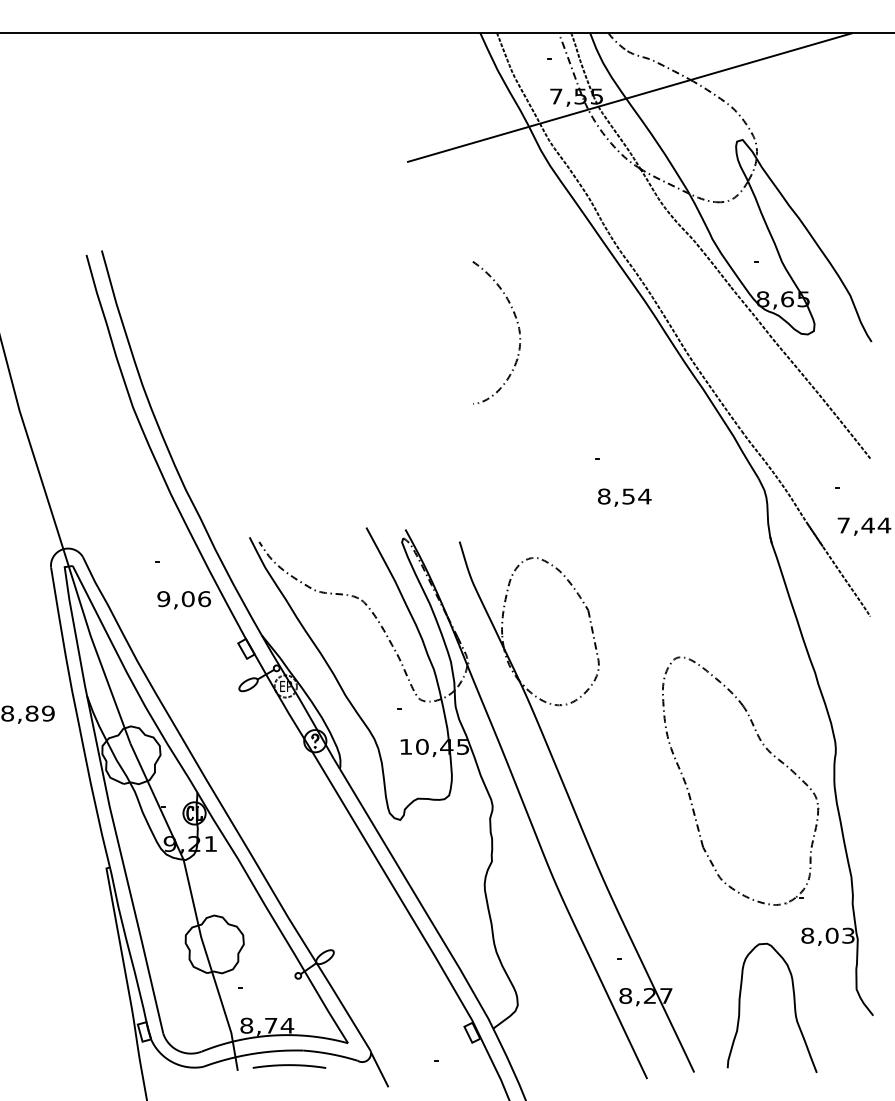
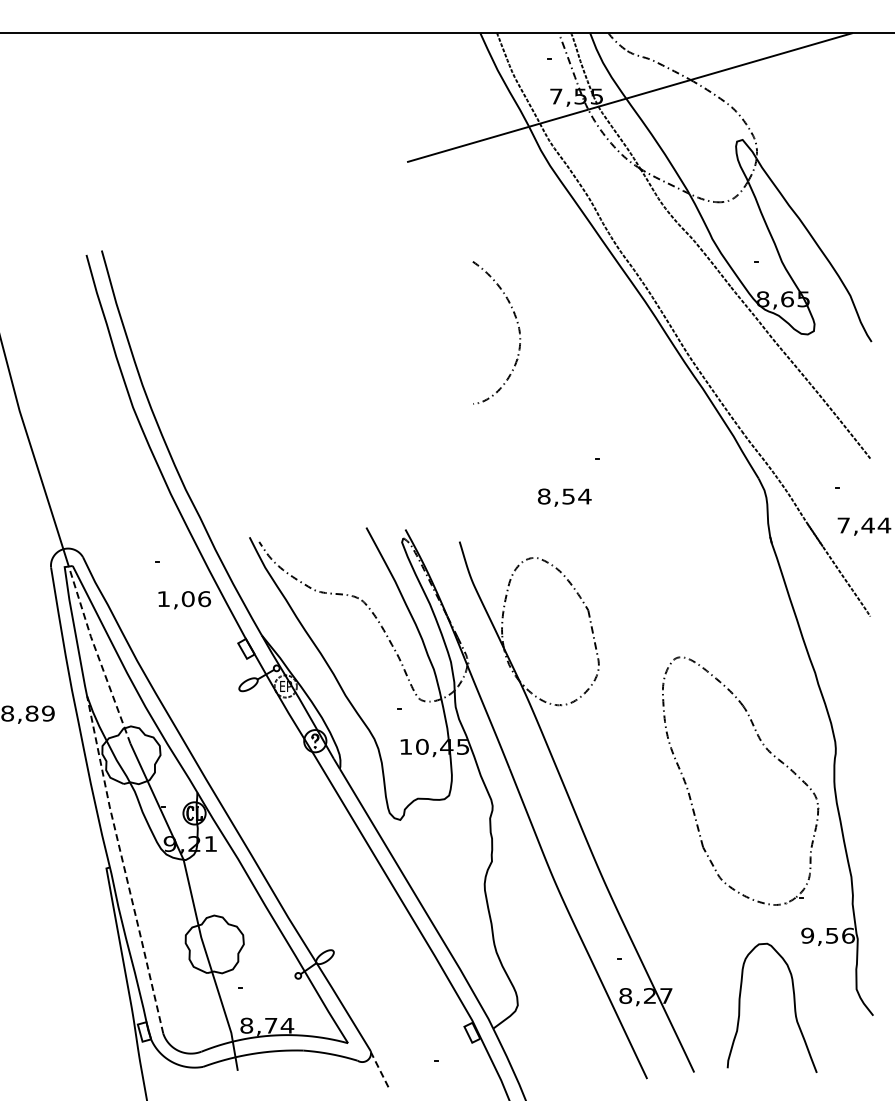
text at (624, 497) position: (624, 497) -> (564, 497)
text at (163, 599): 9,06 -> 1,06
line at (97, 655): solid -> dashed
line at (123, 865): solid -> dashed
text at (827, 935): 8,03 -> 9,56
curve at (289, 1065): present -> none
line at (379, 1069): solid -> dashed
